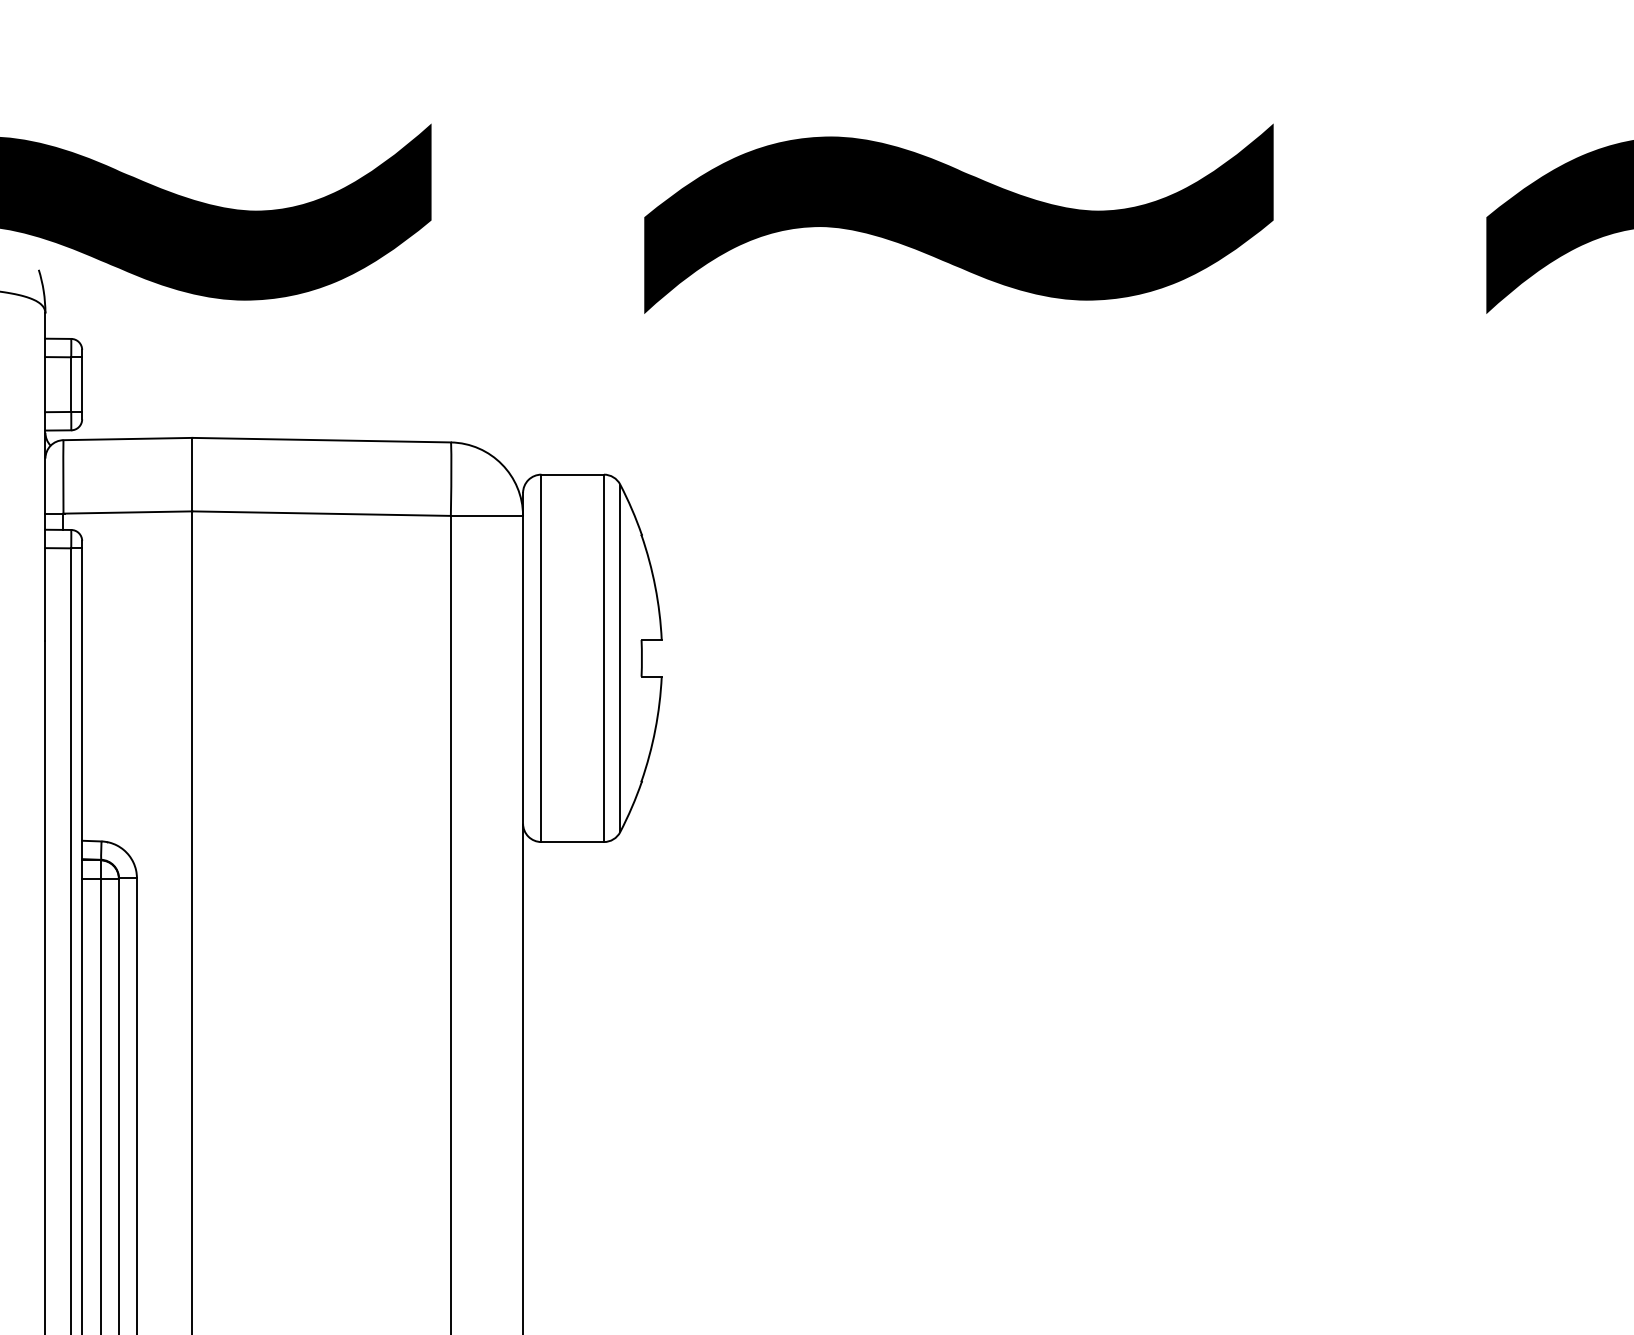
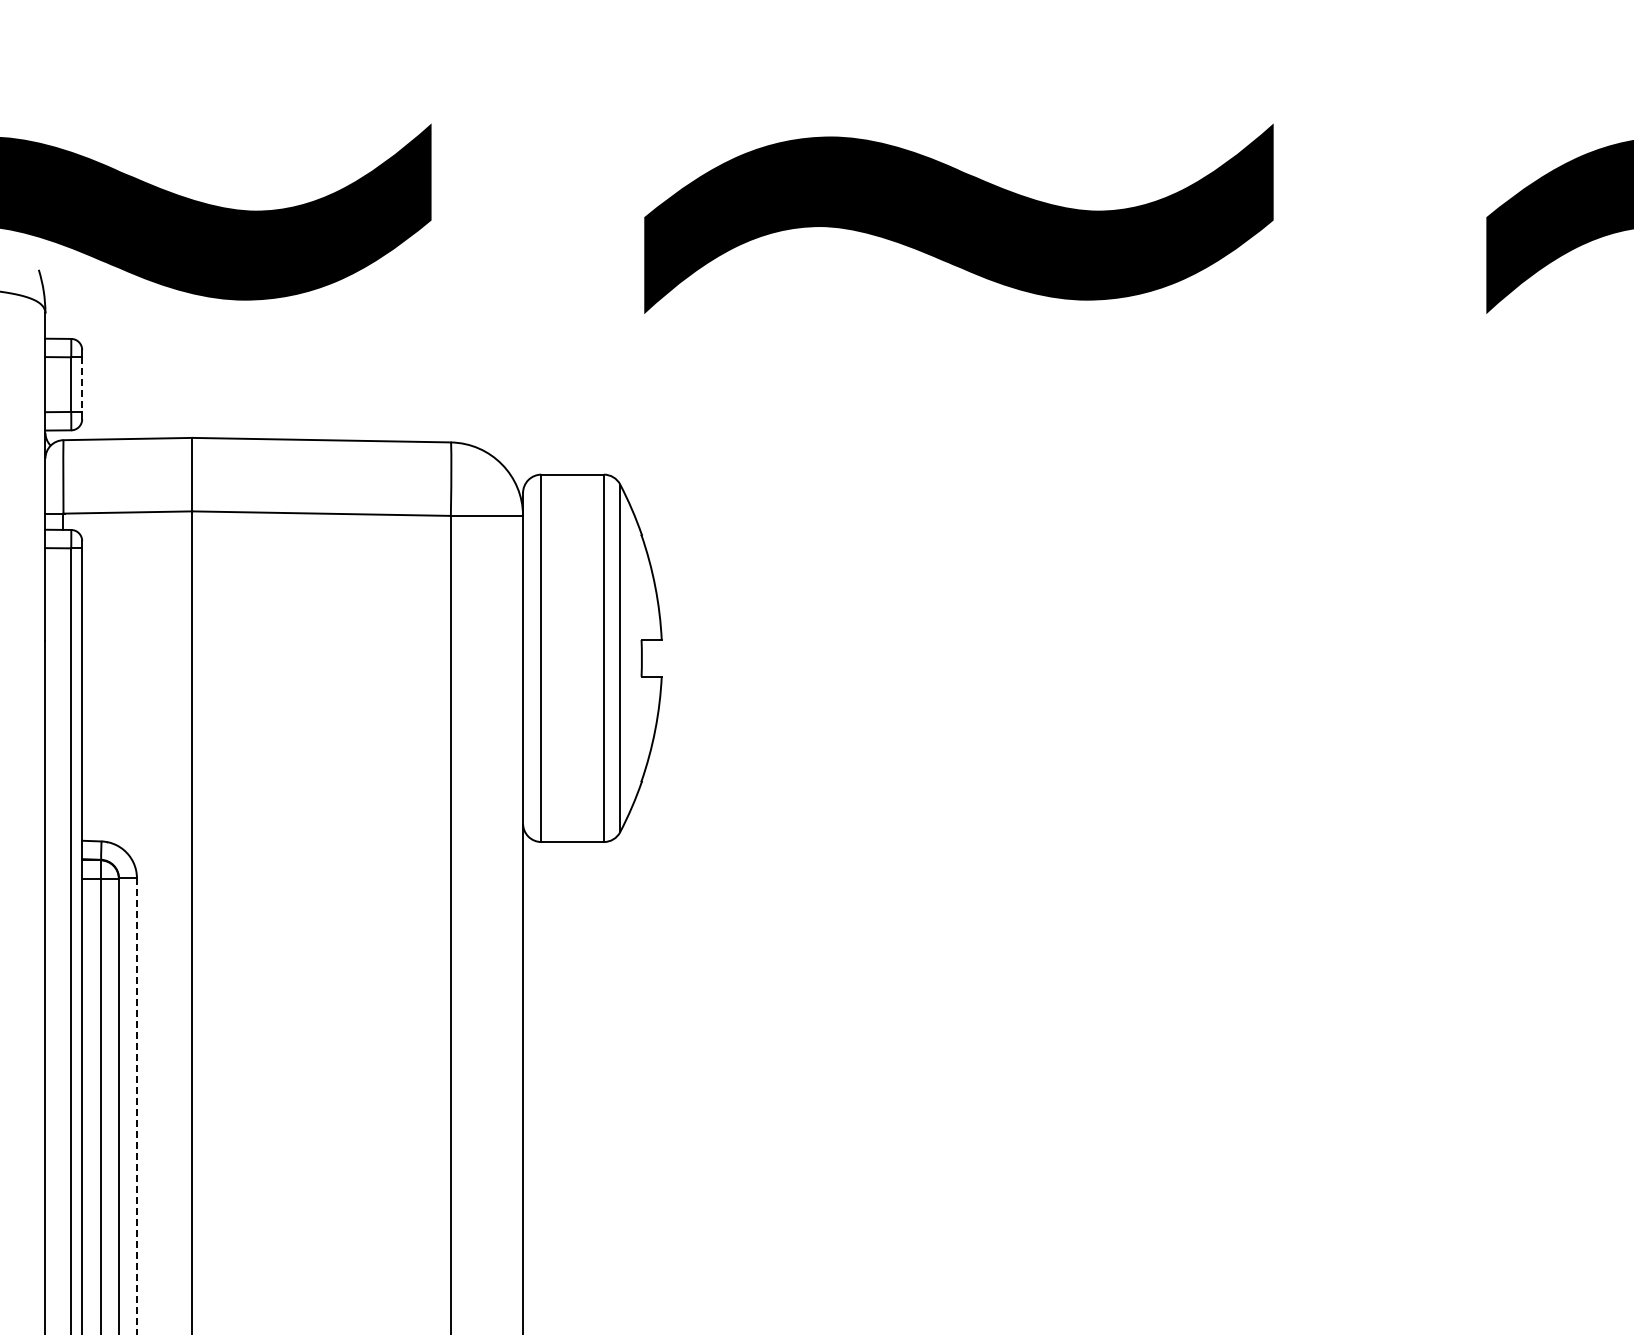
line at (82, 385): solid -> dashed
line at (136, 1106): solid -> dashed
